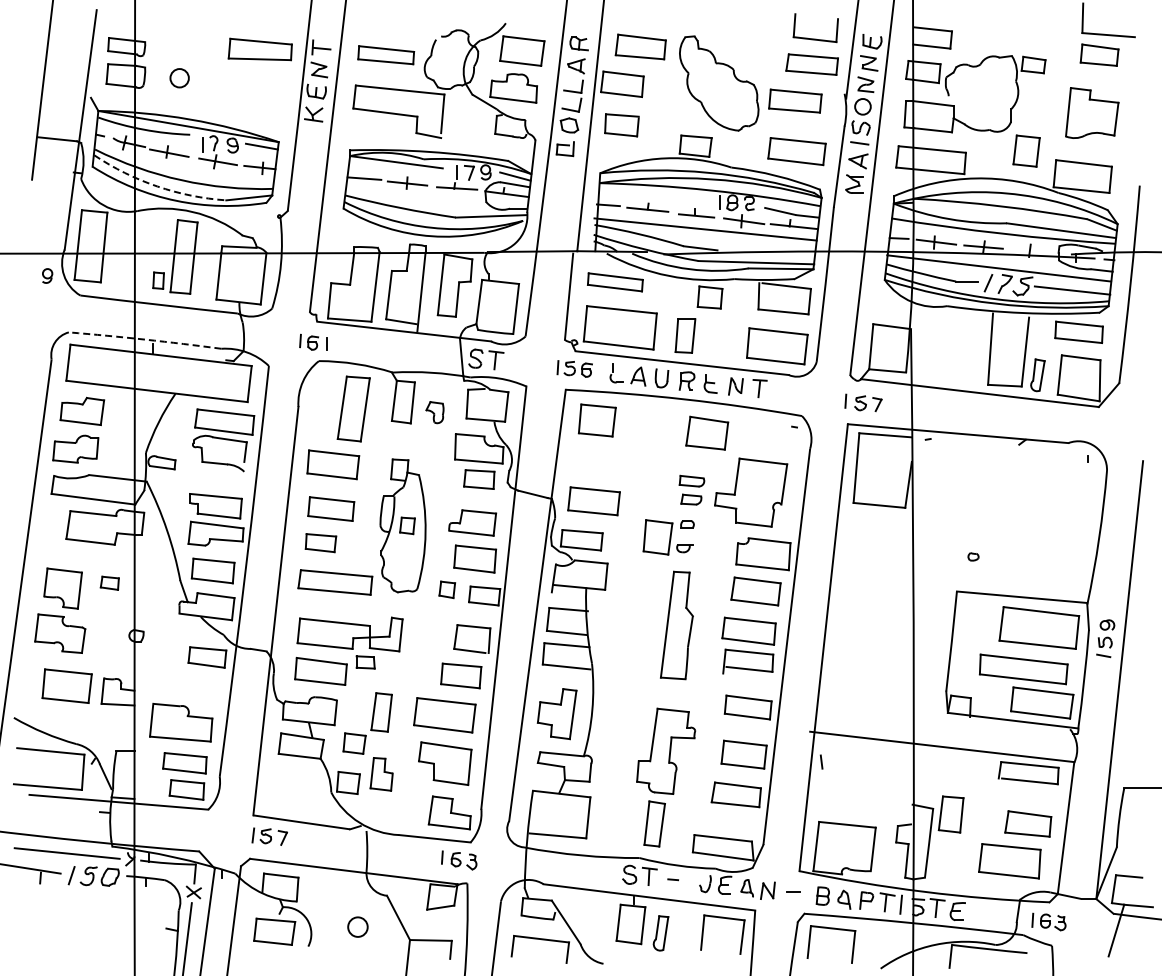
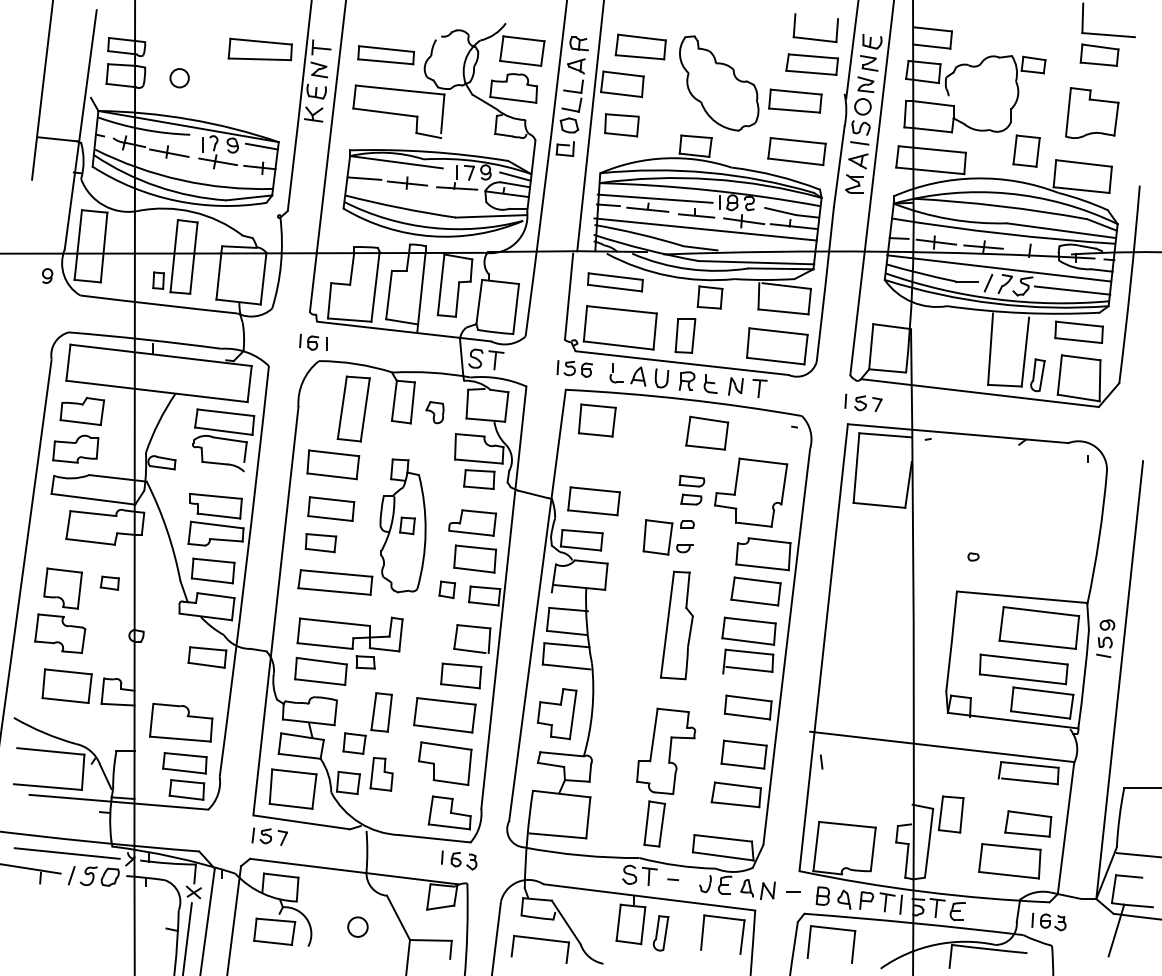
arc at (157, 186): dashed -> solid
line at (654, 198): none -> present
arc at (145, 339): dashed -> solid
part at (292, 788): none -> present
line at (1137, 855): none -> present
